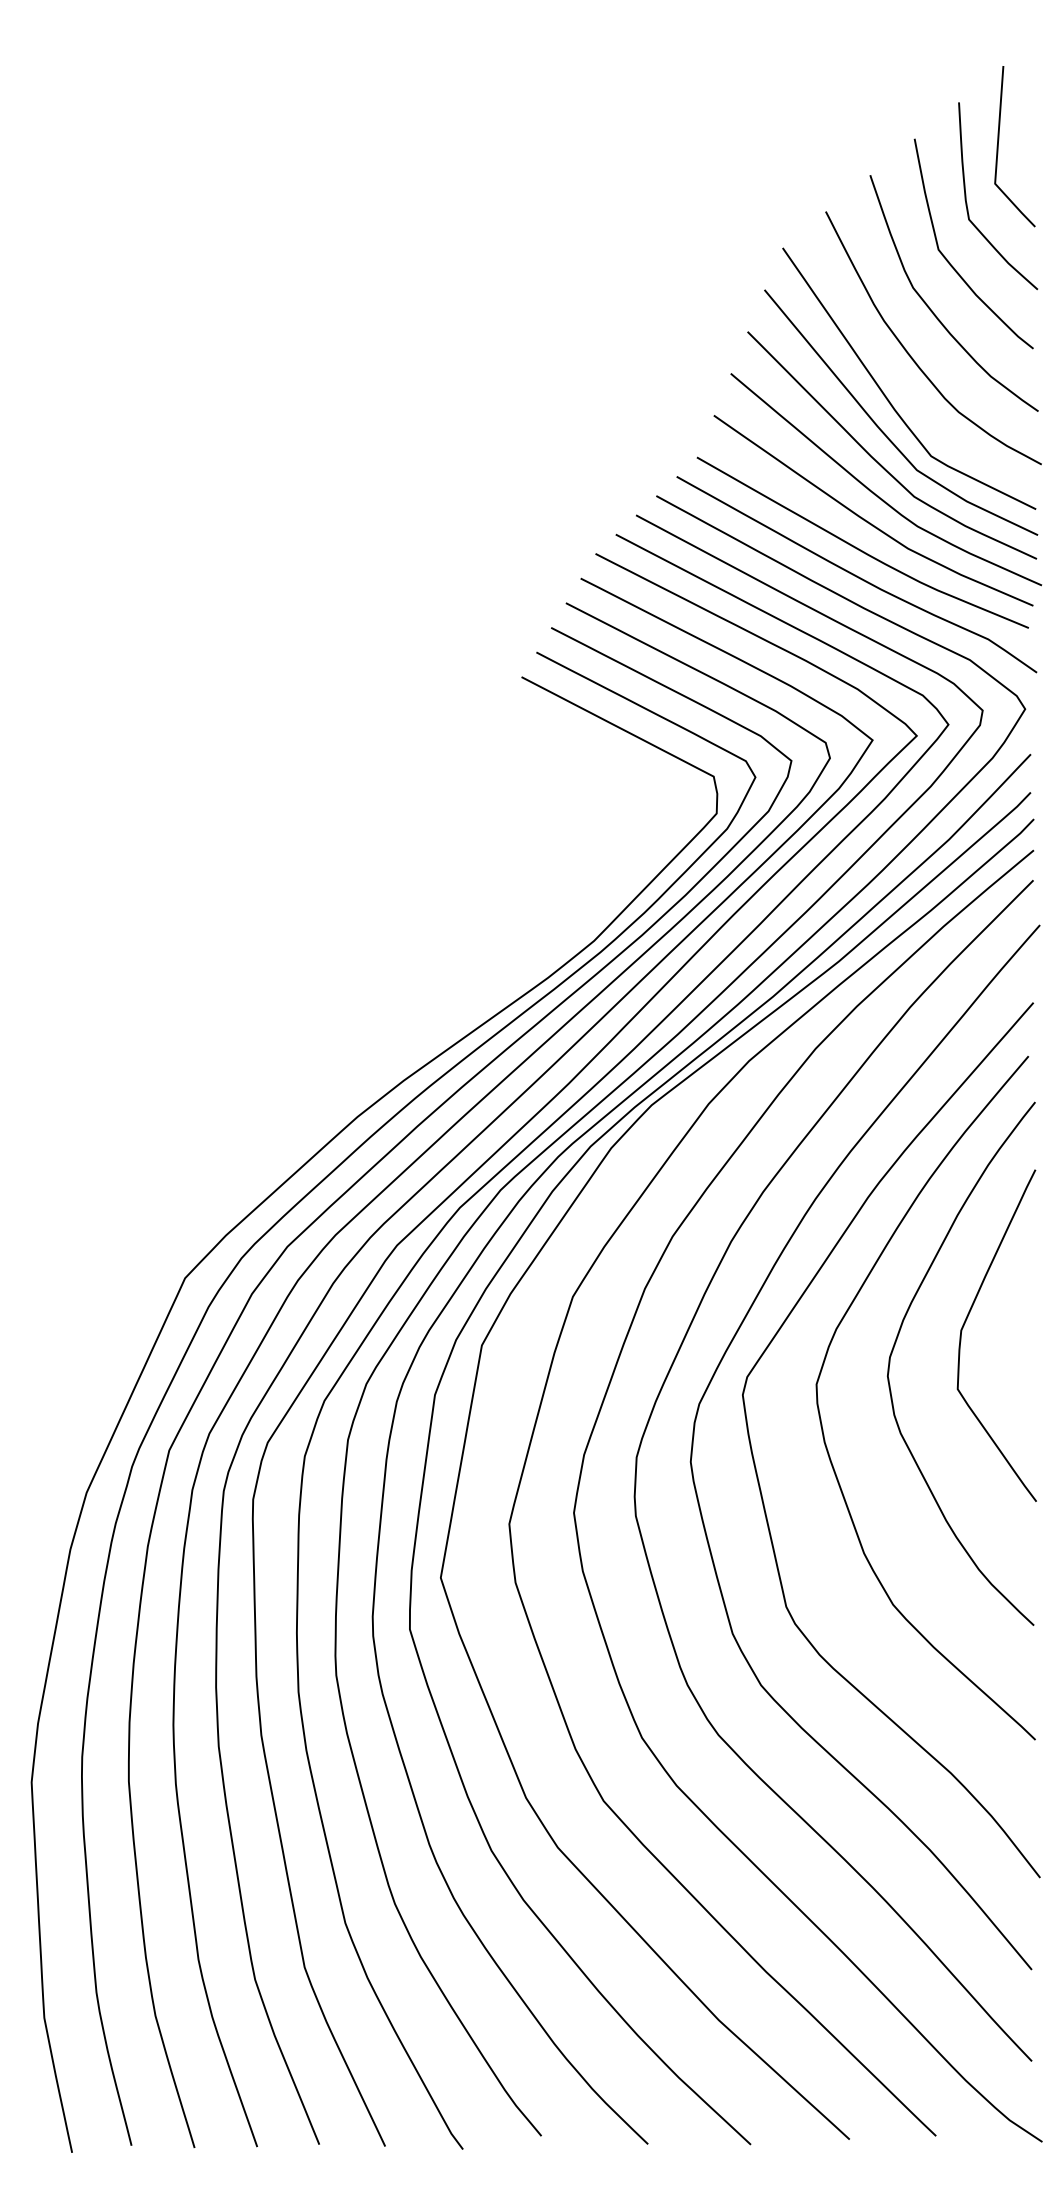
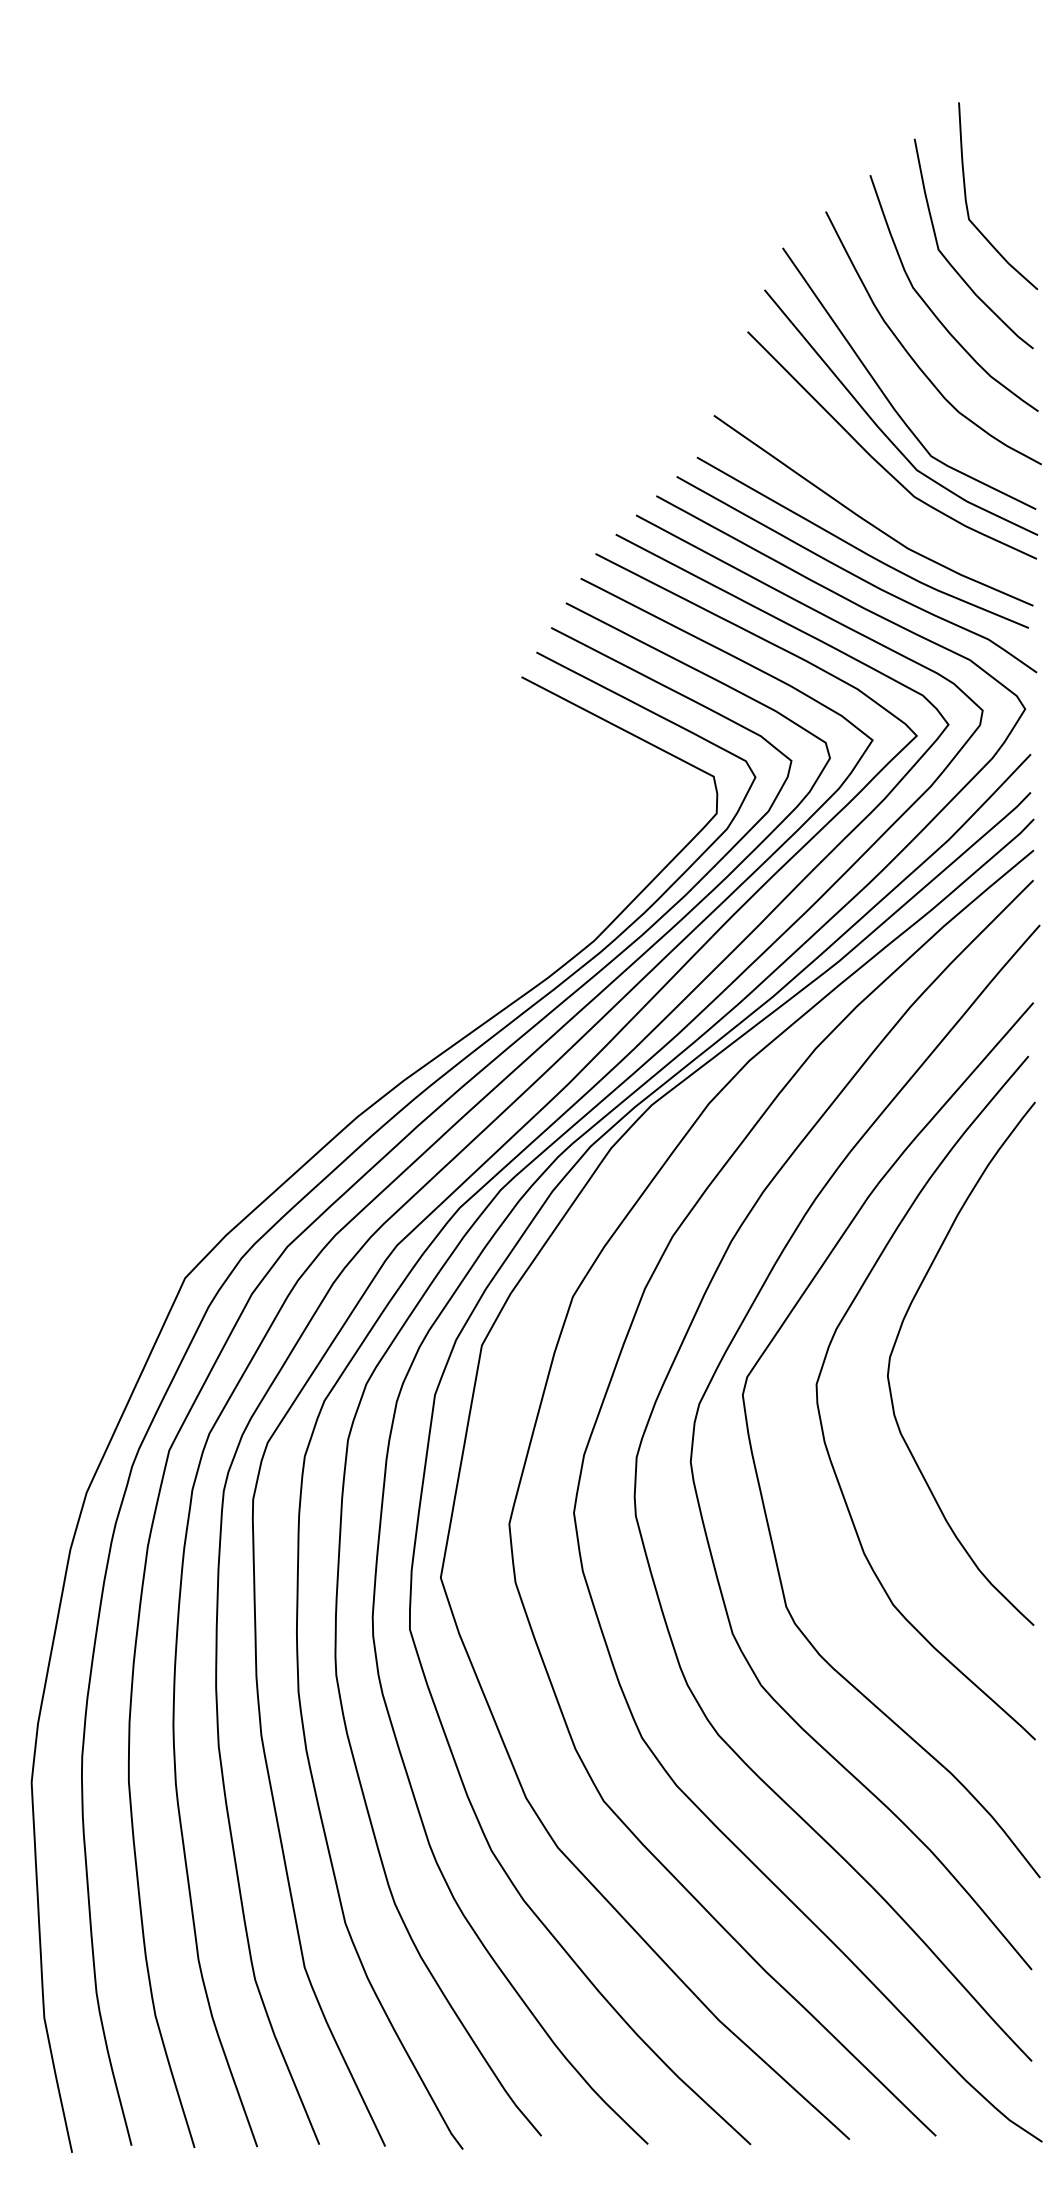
curve at (998, 146): present -> none
curve at (873, 491): present -> none
curve at (966, 1321): present -> none
